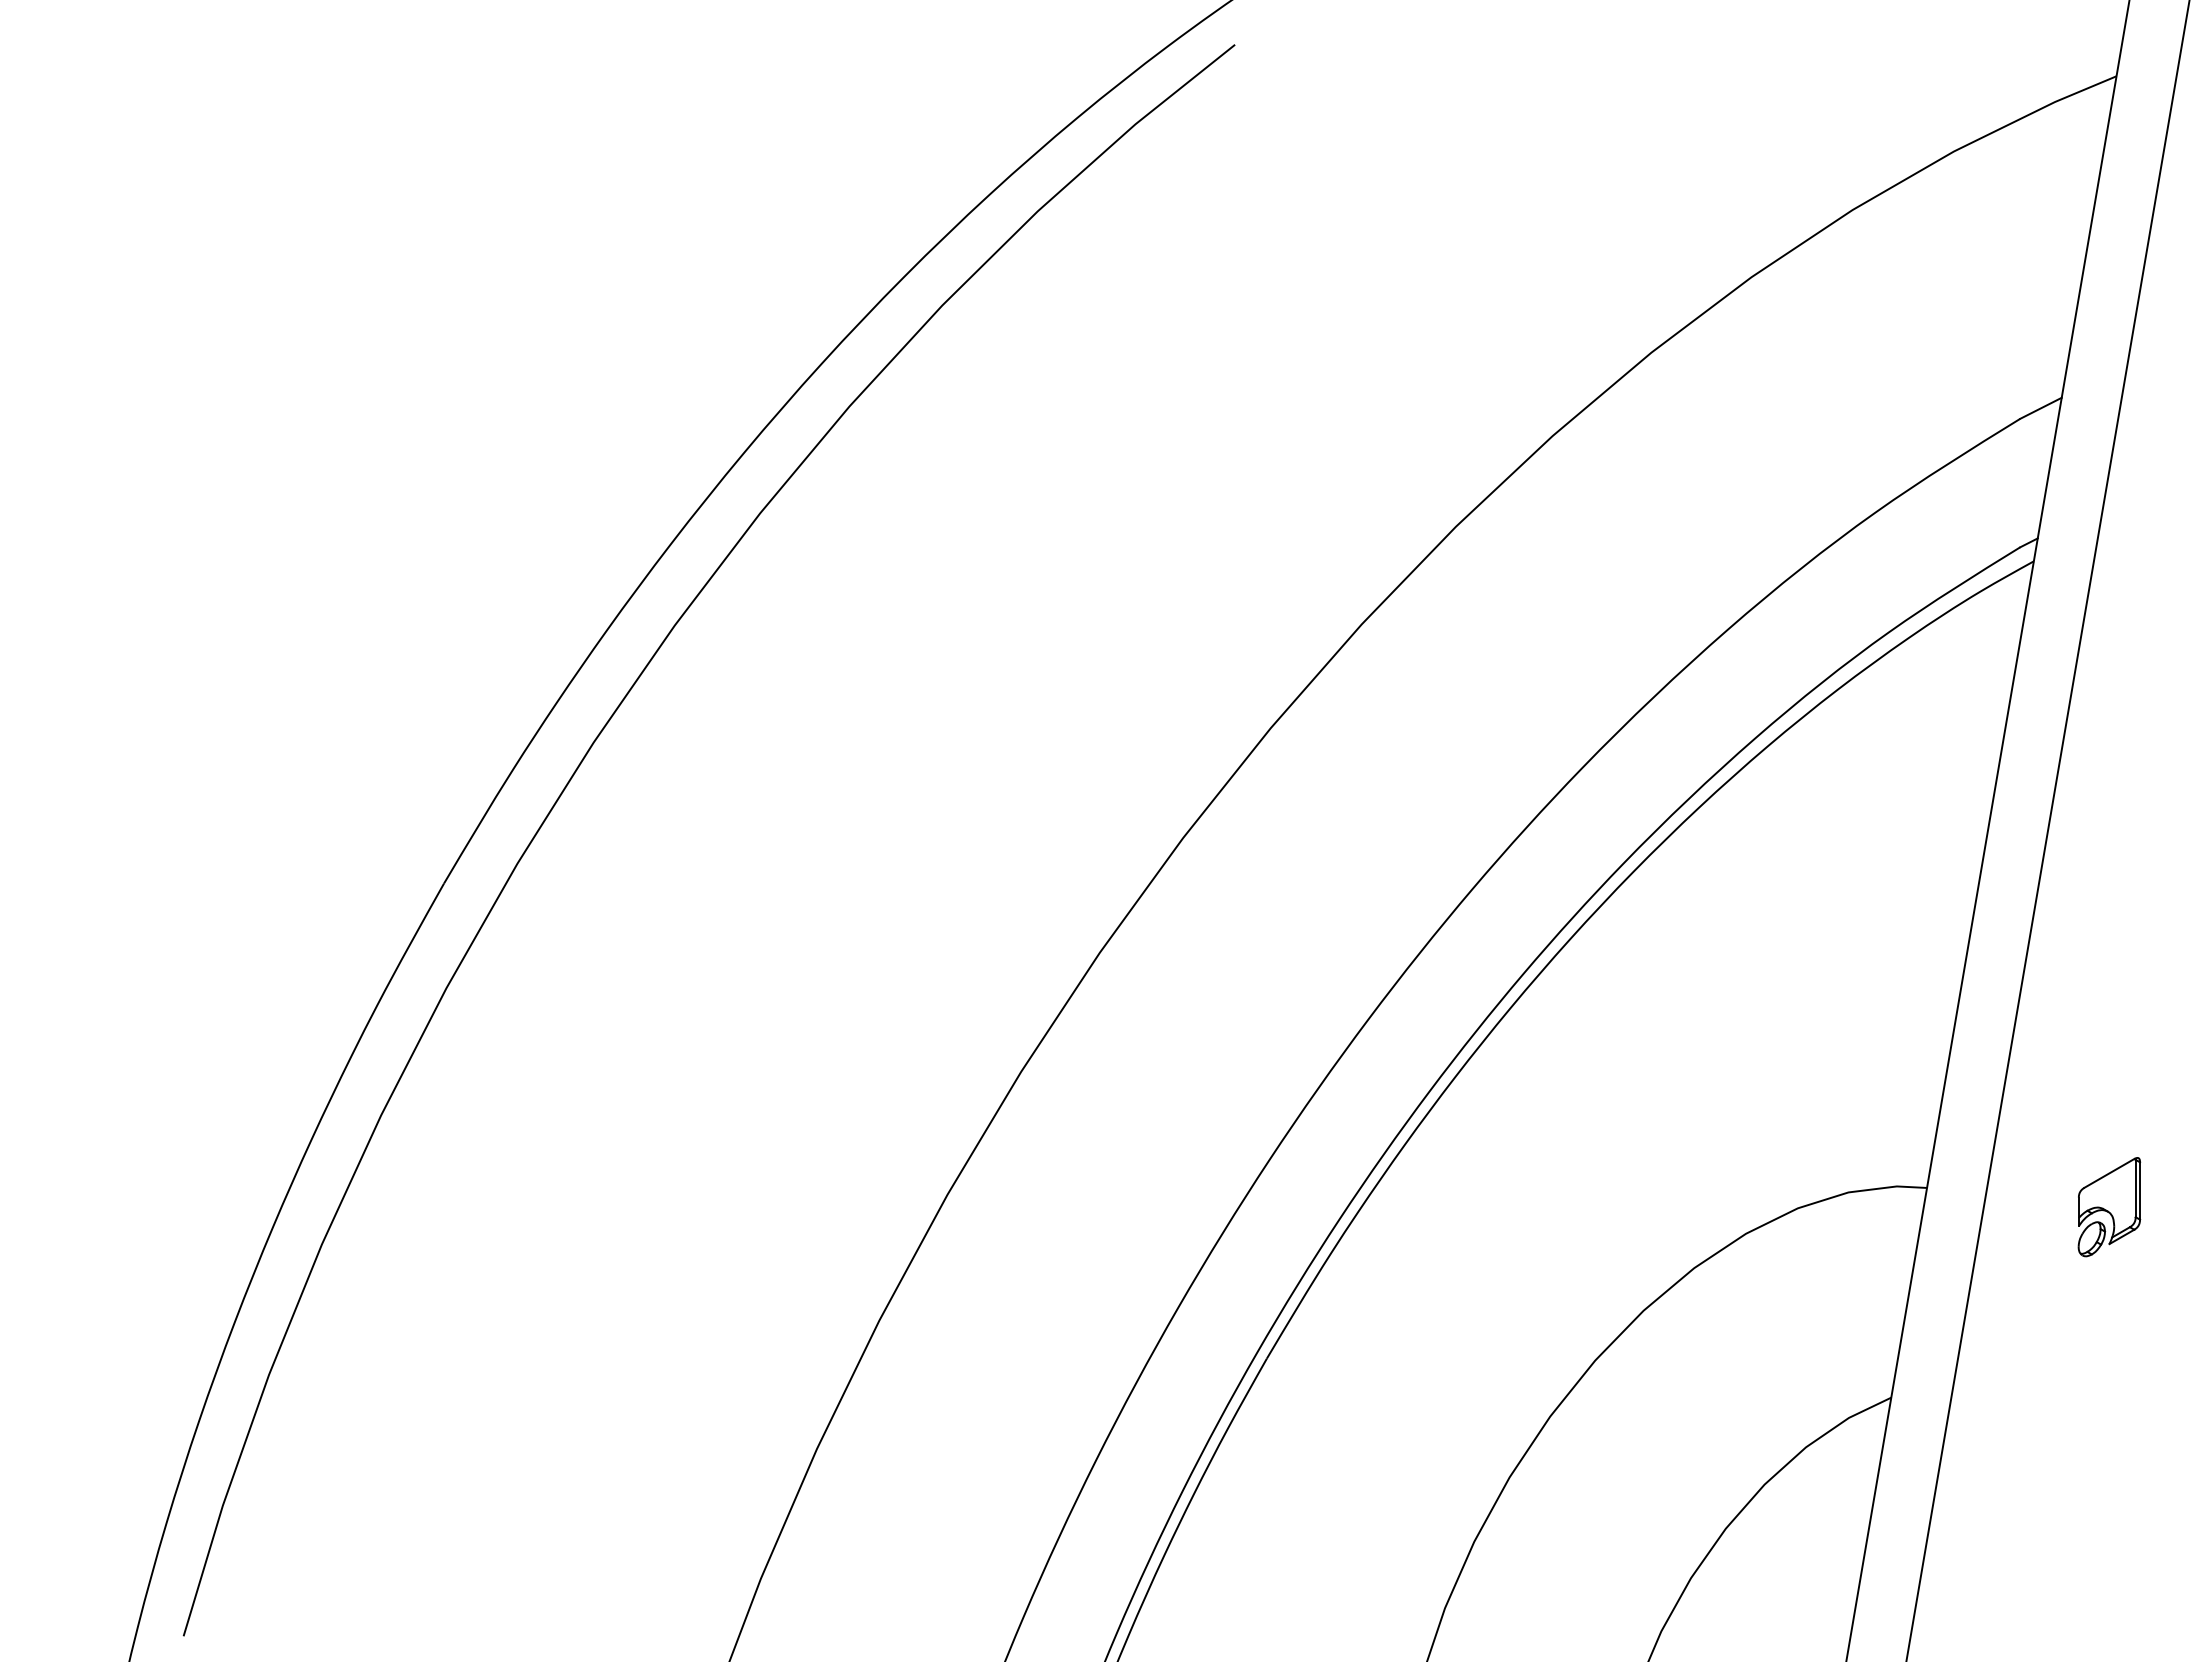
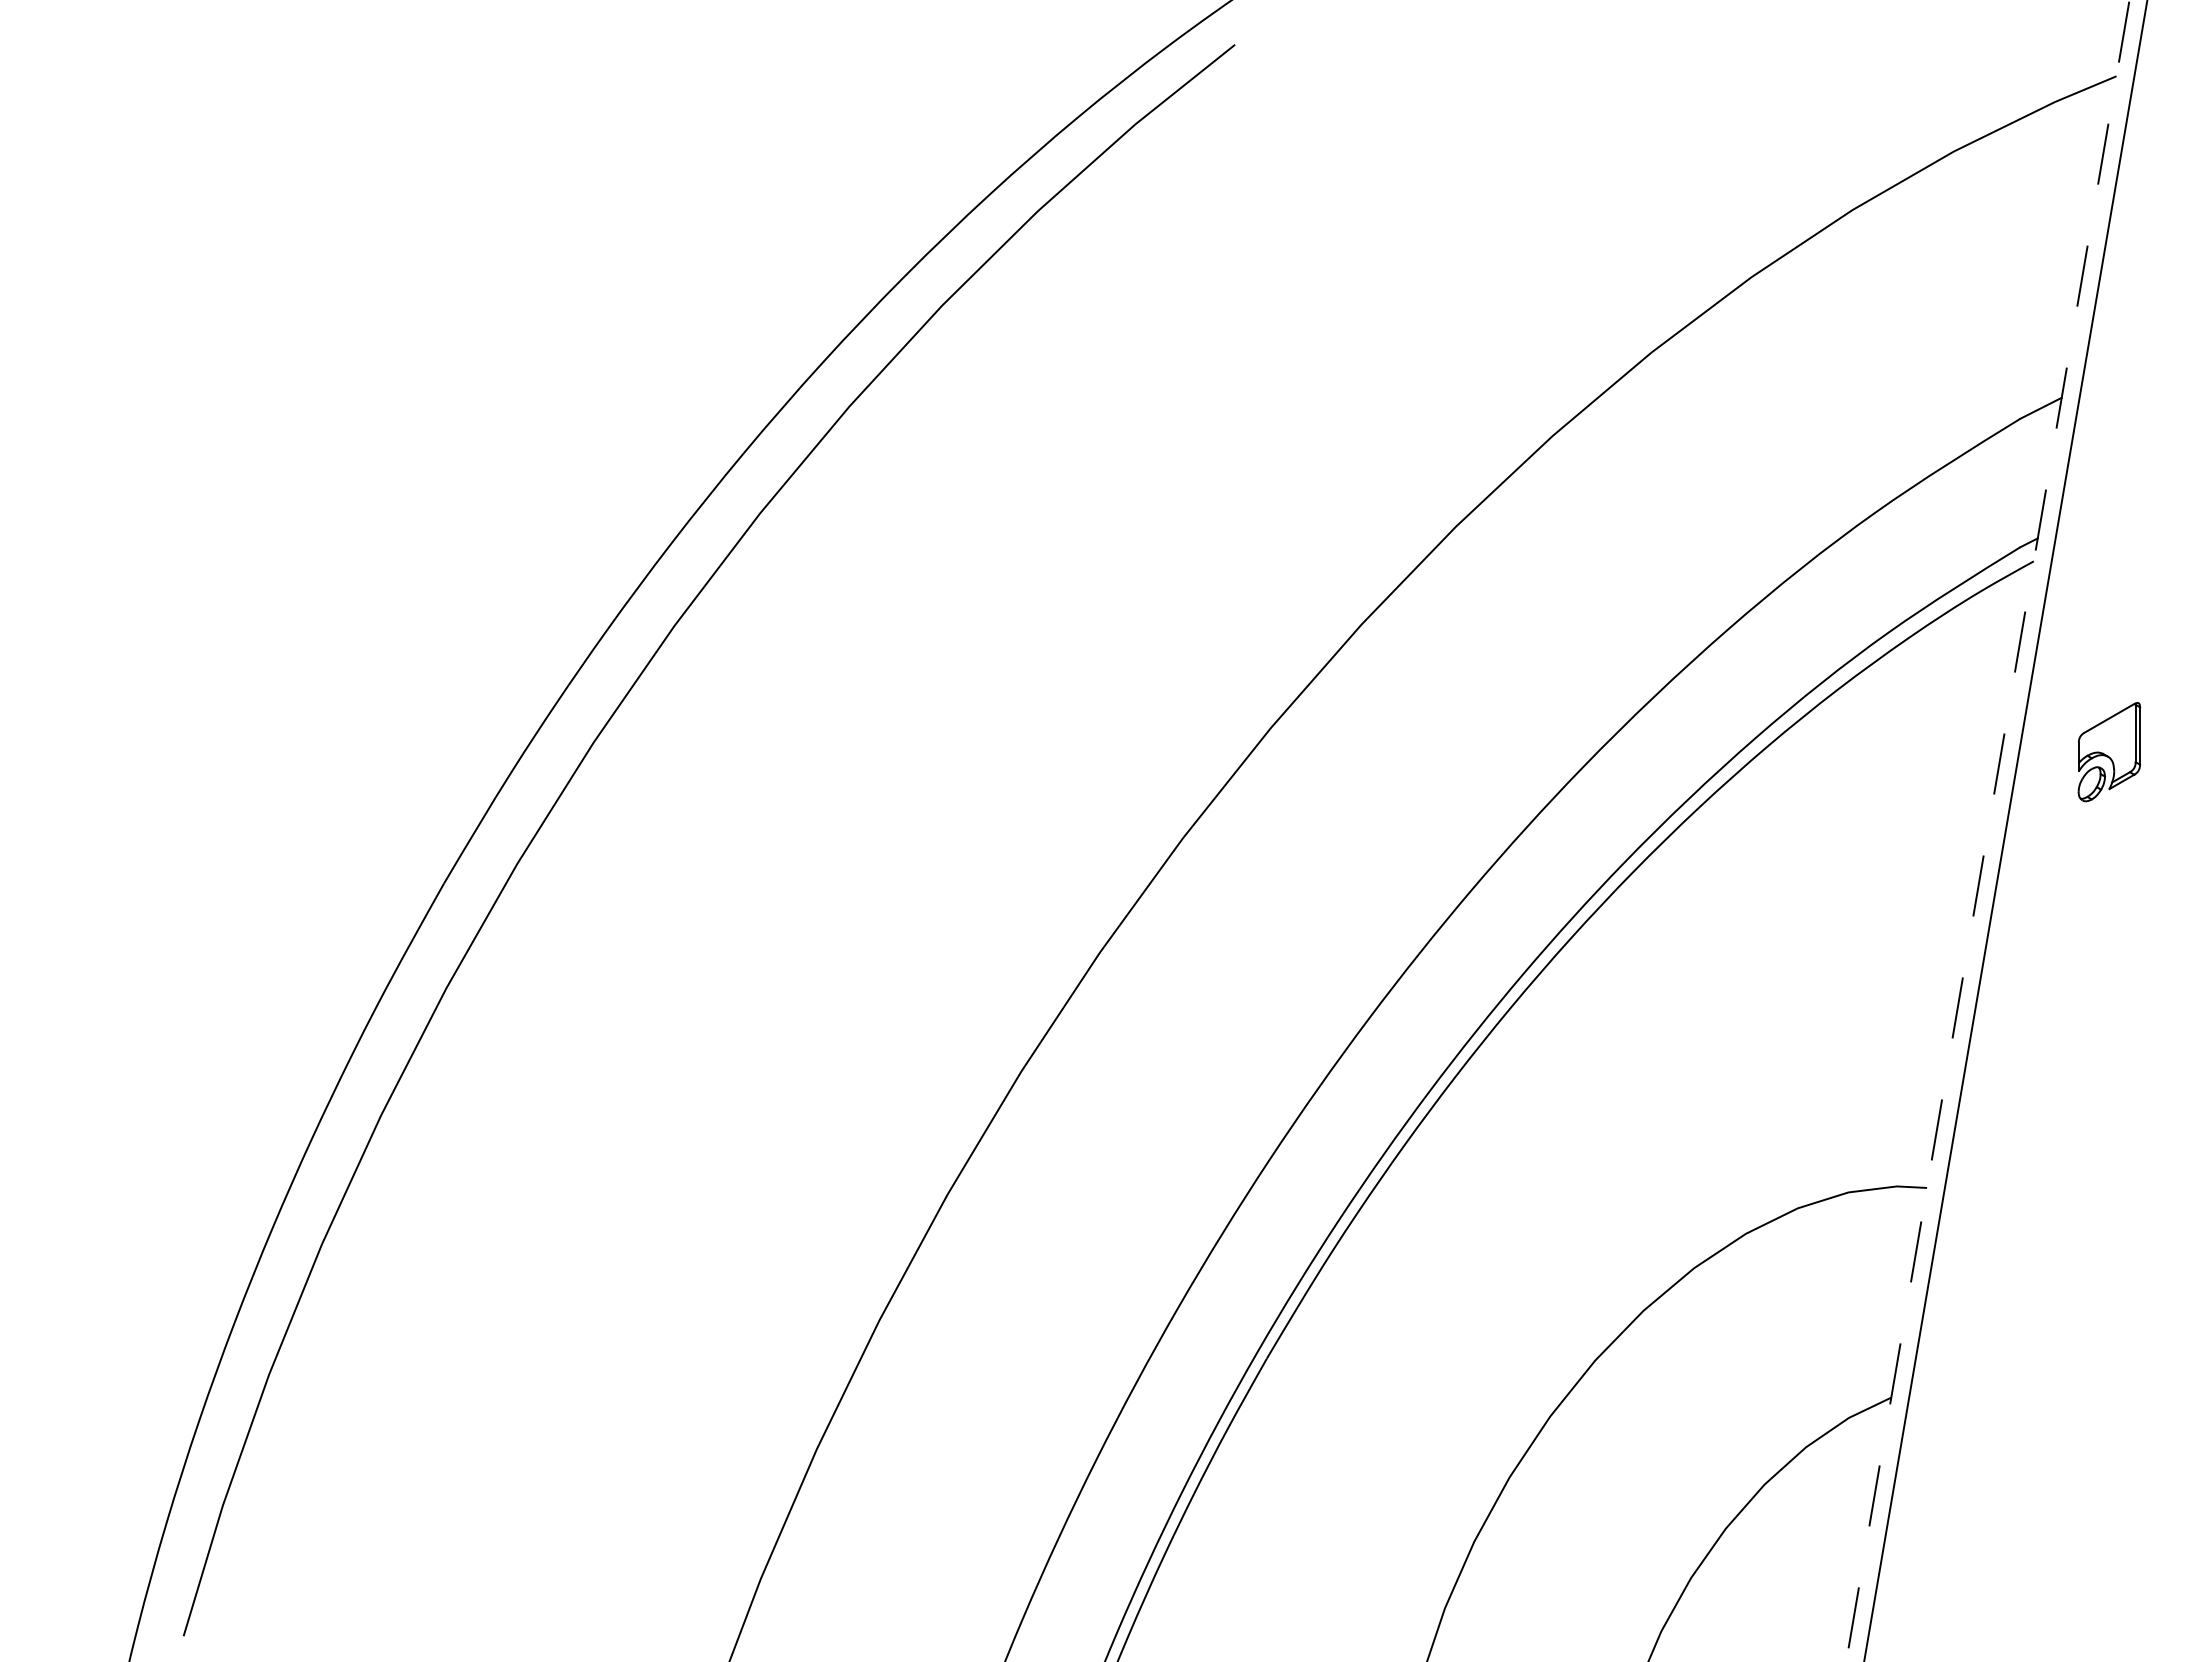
line at (1987, 830): solid -> dashed
line at (2047, 830) position: (2047, 830) -> (2005, 830)
part at (2109, 1207) position: (2109, 1207) -> (2109, 752)
